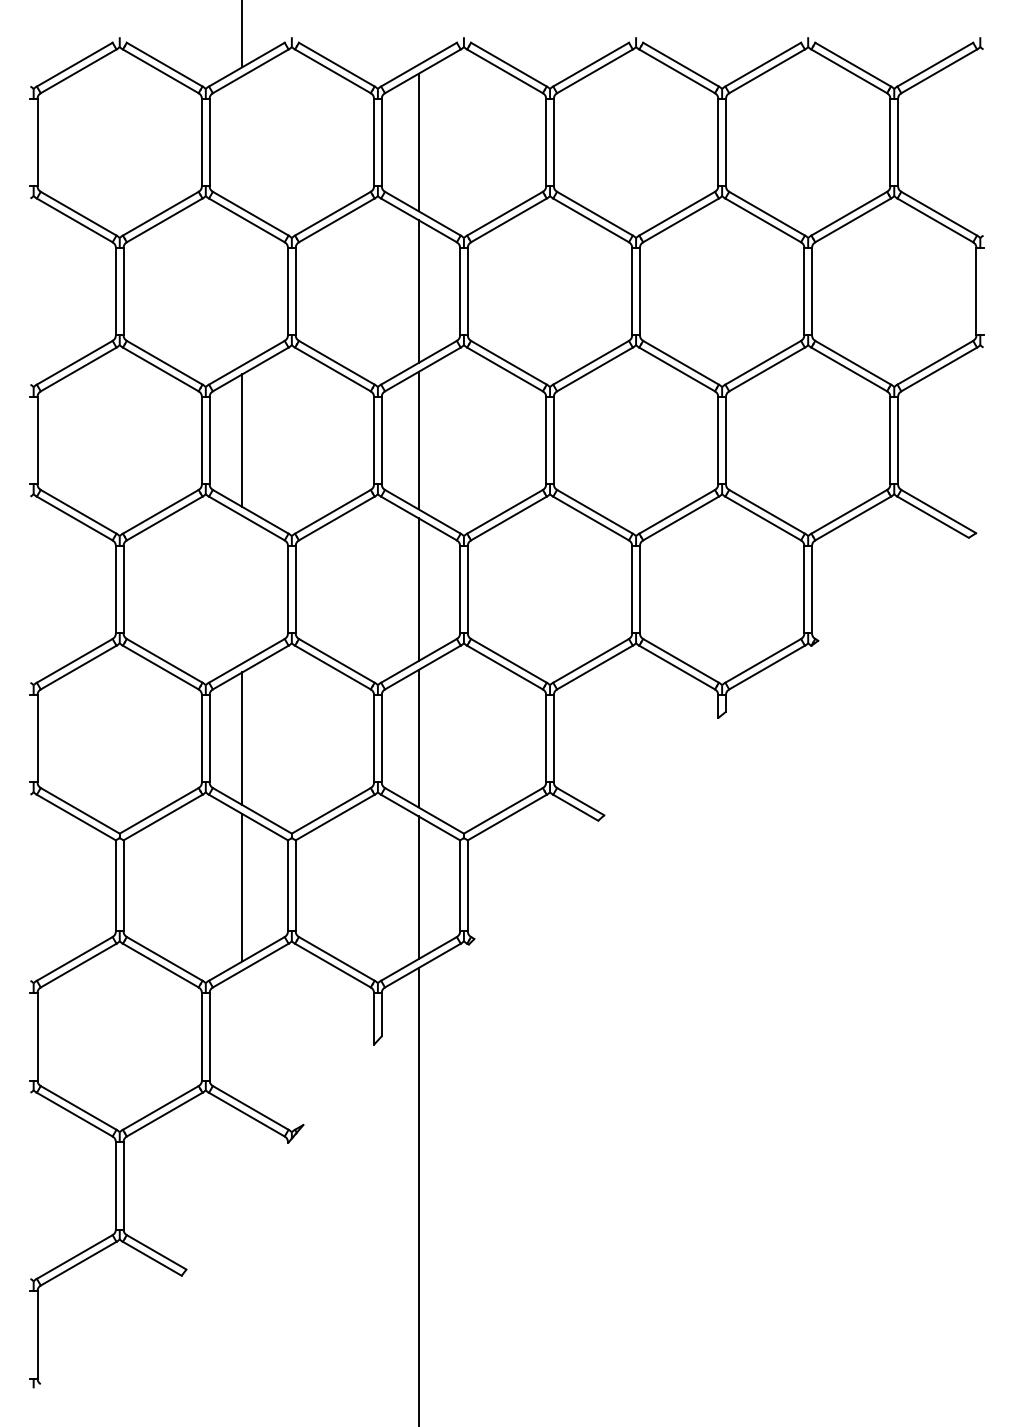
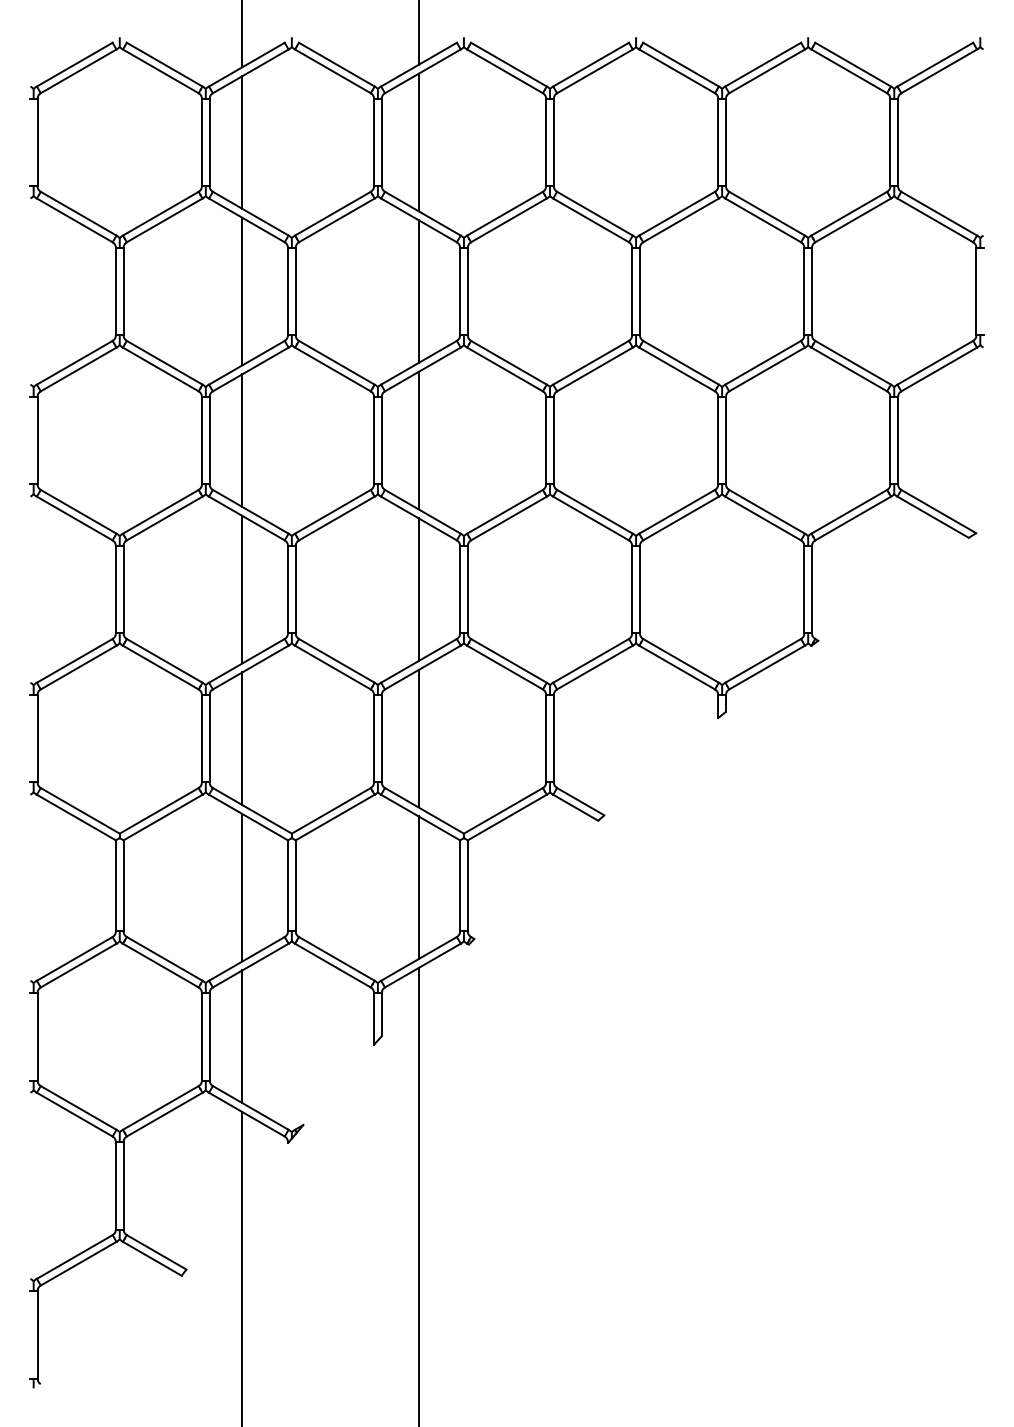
line at (418, 33): none -> present
line at (242, 142): none -> present
line at (242, 291): none -> present
line at (242, 589): none -> present
line at (242, 1036): none -> present
line at (242, 1267): none -> present
